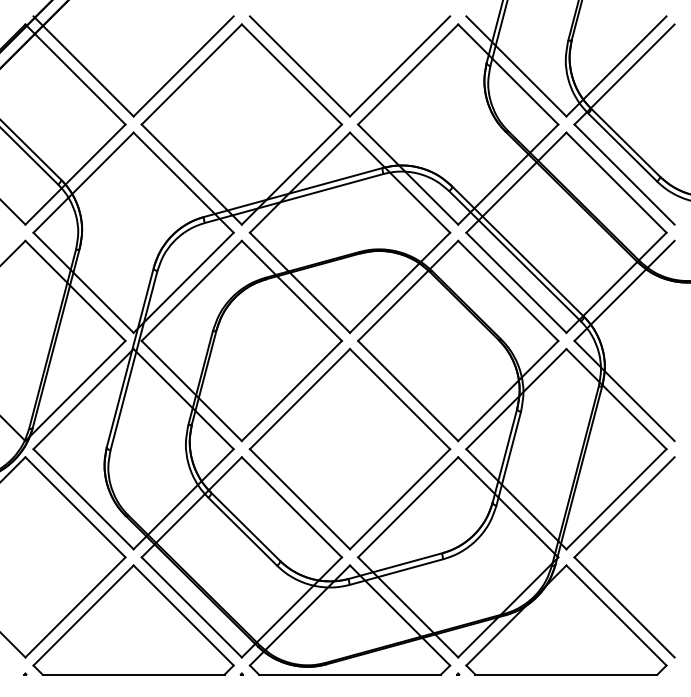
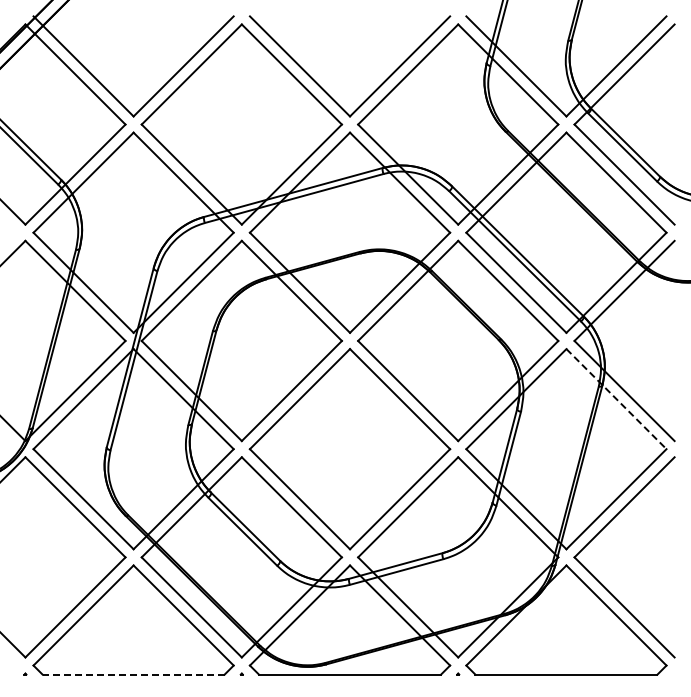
line at (616, 399): solid -> dashed
line at (133, 674): solid -> dashed
